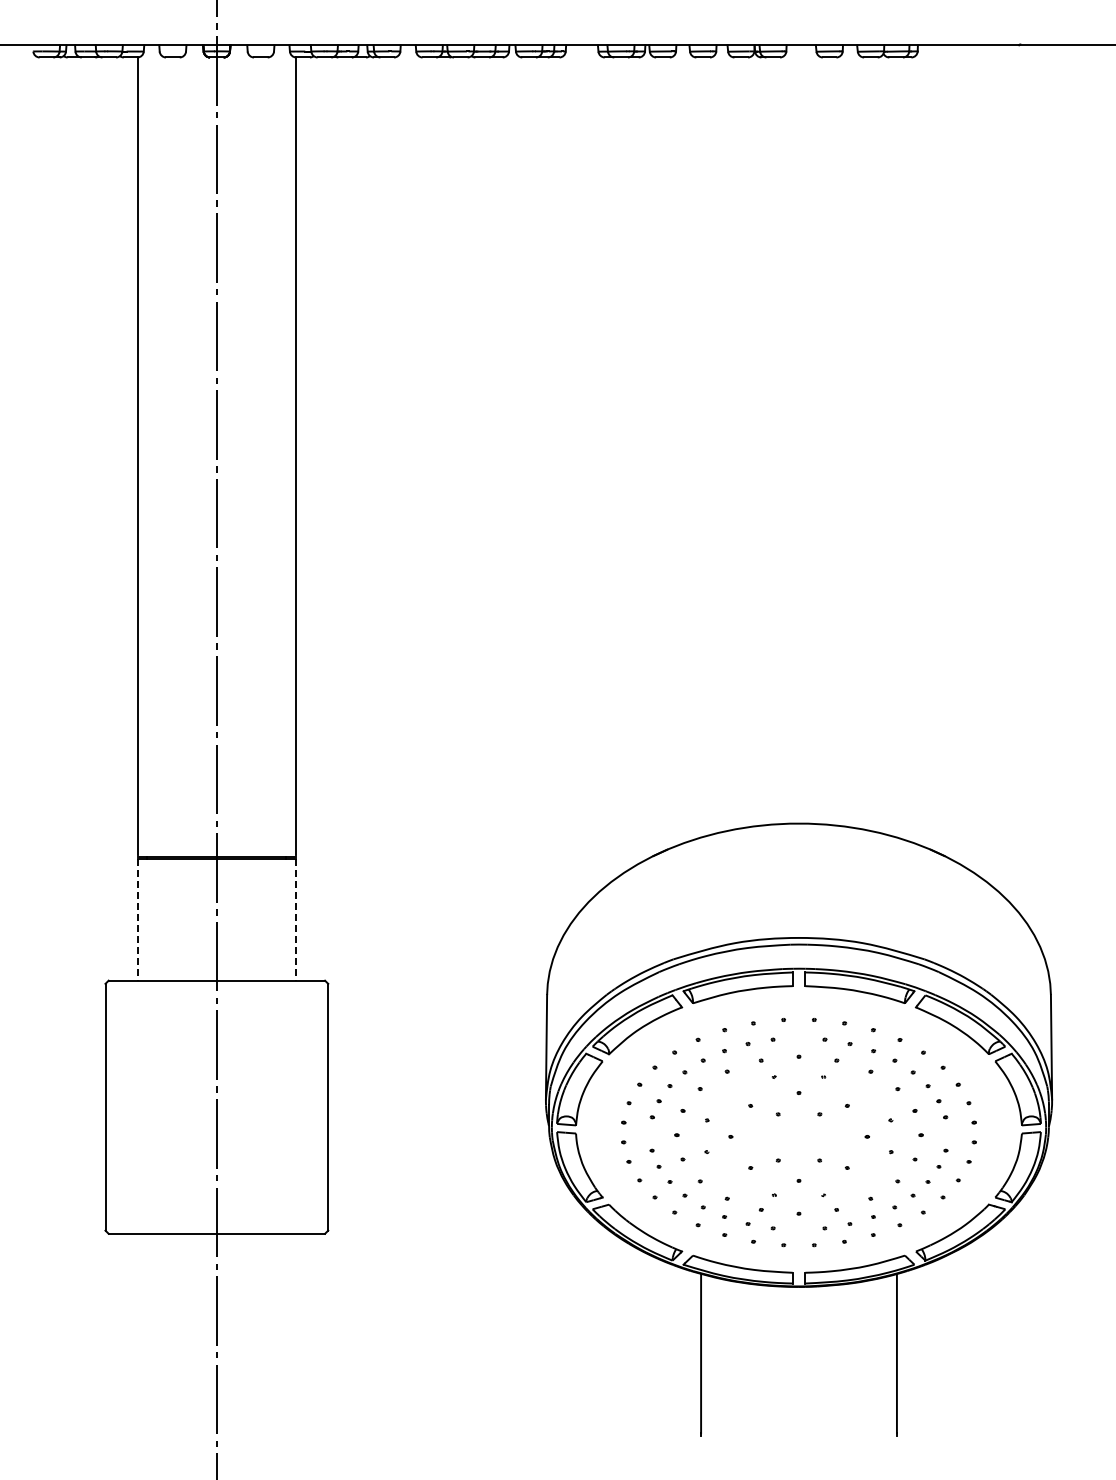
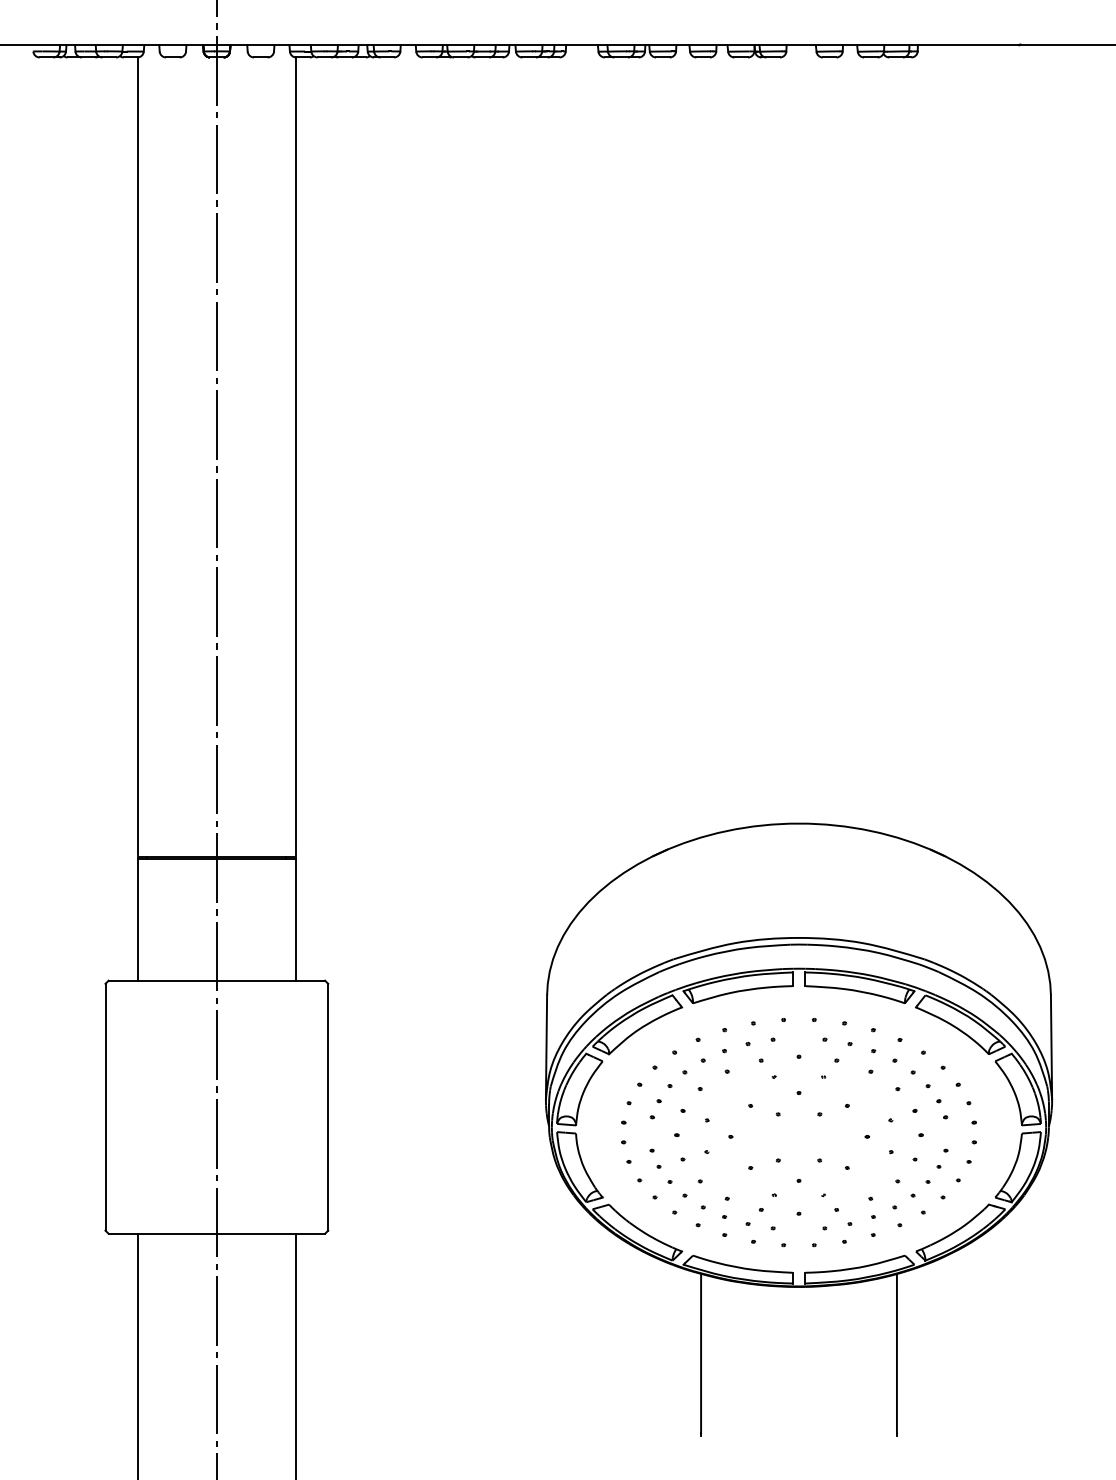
line at (137, 919): dashed -> solid
line at (295, 919): dashed -> solid
line at (137, 1354): none -> present
line at (295, 1354): none -> present
